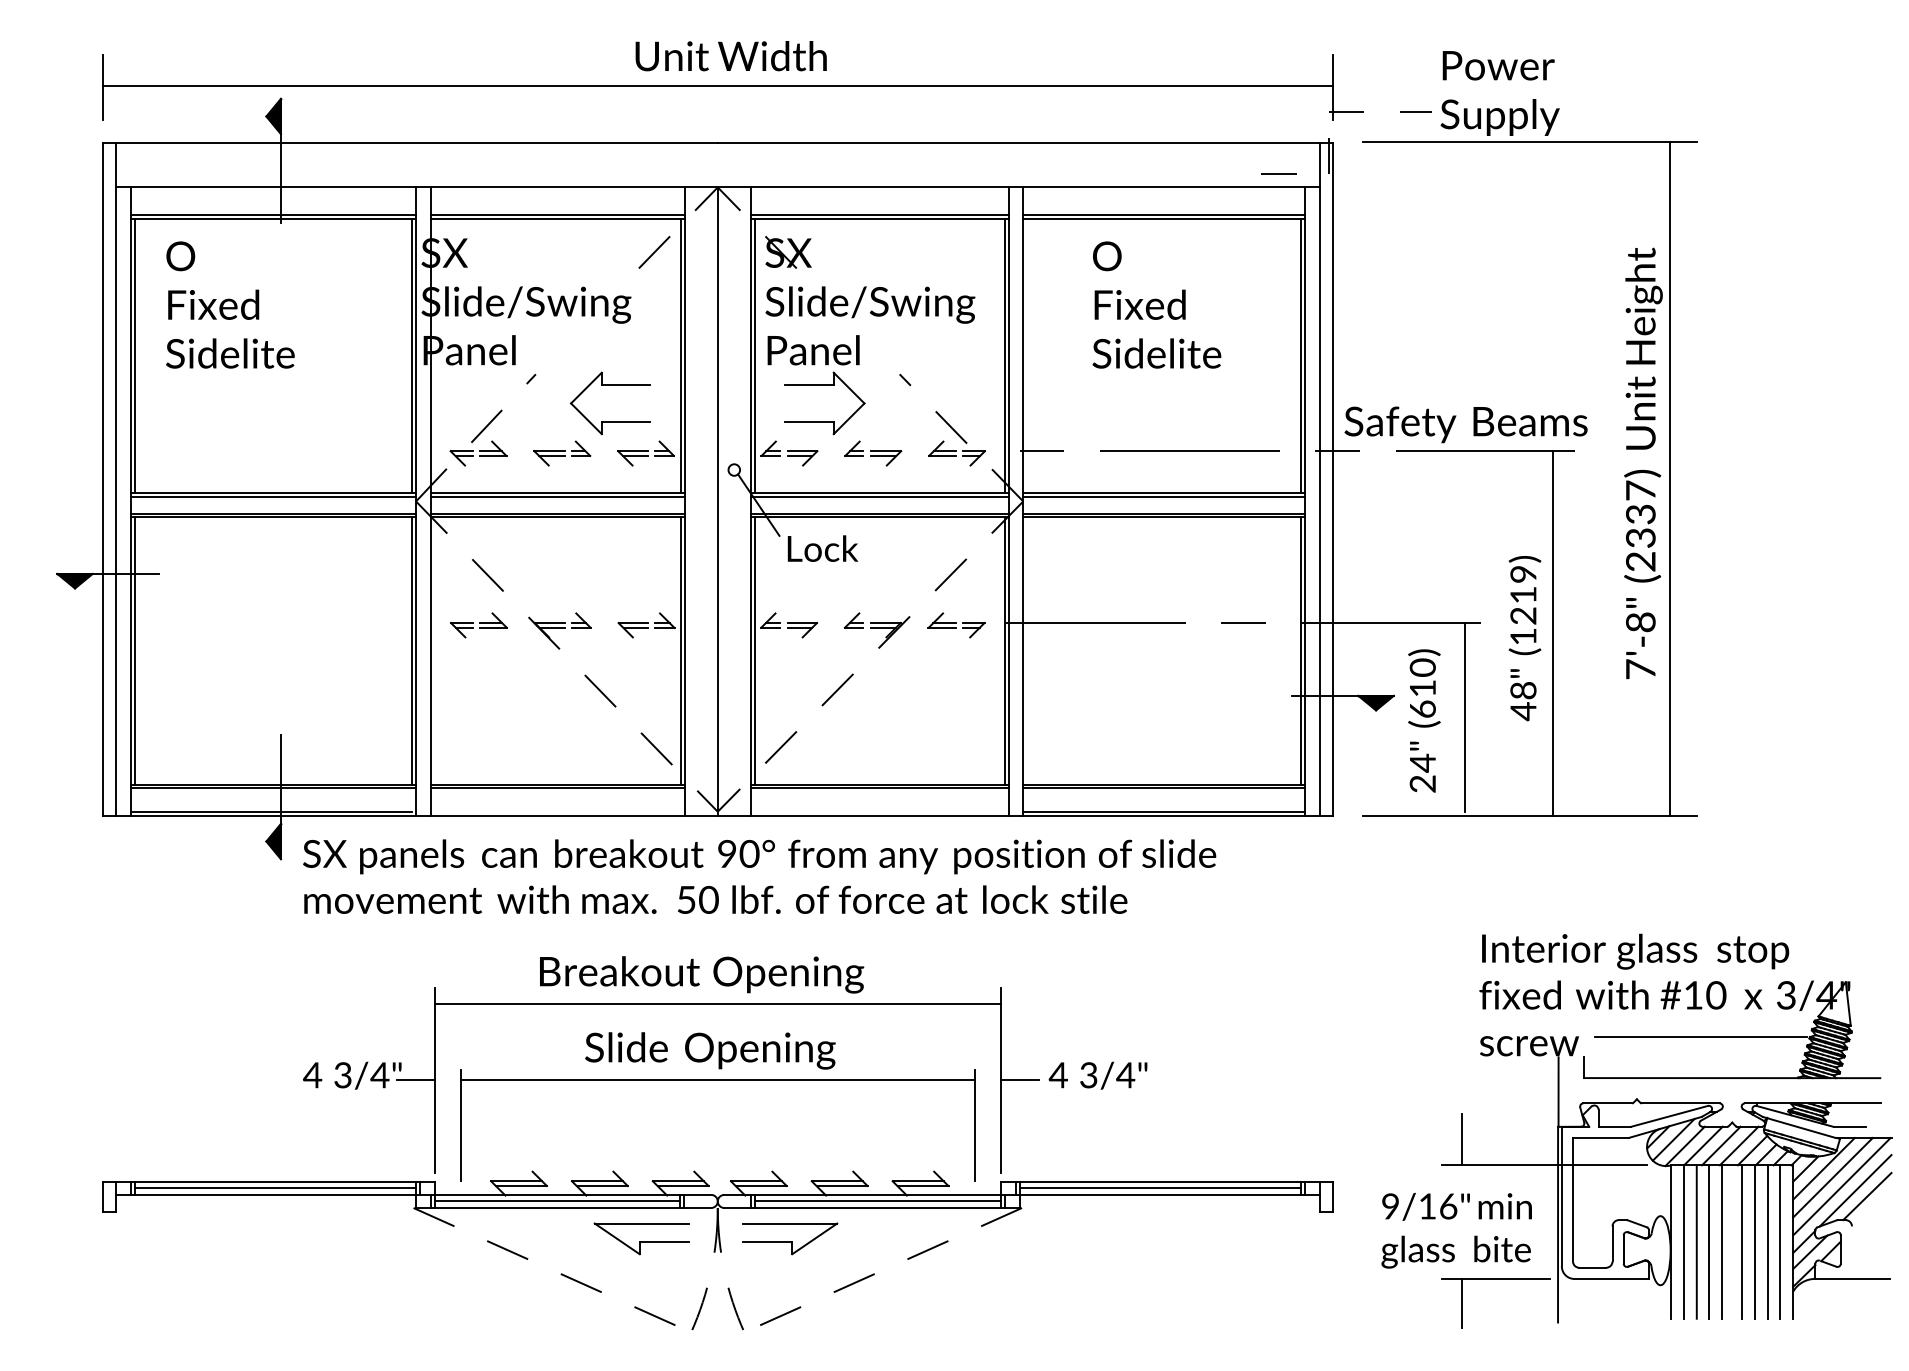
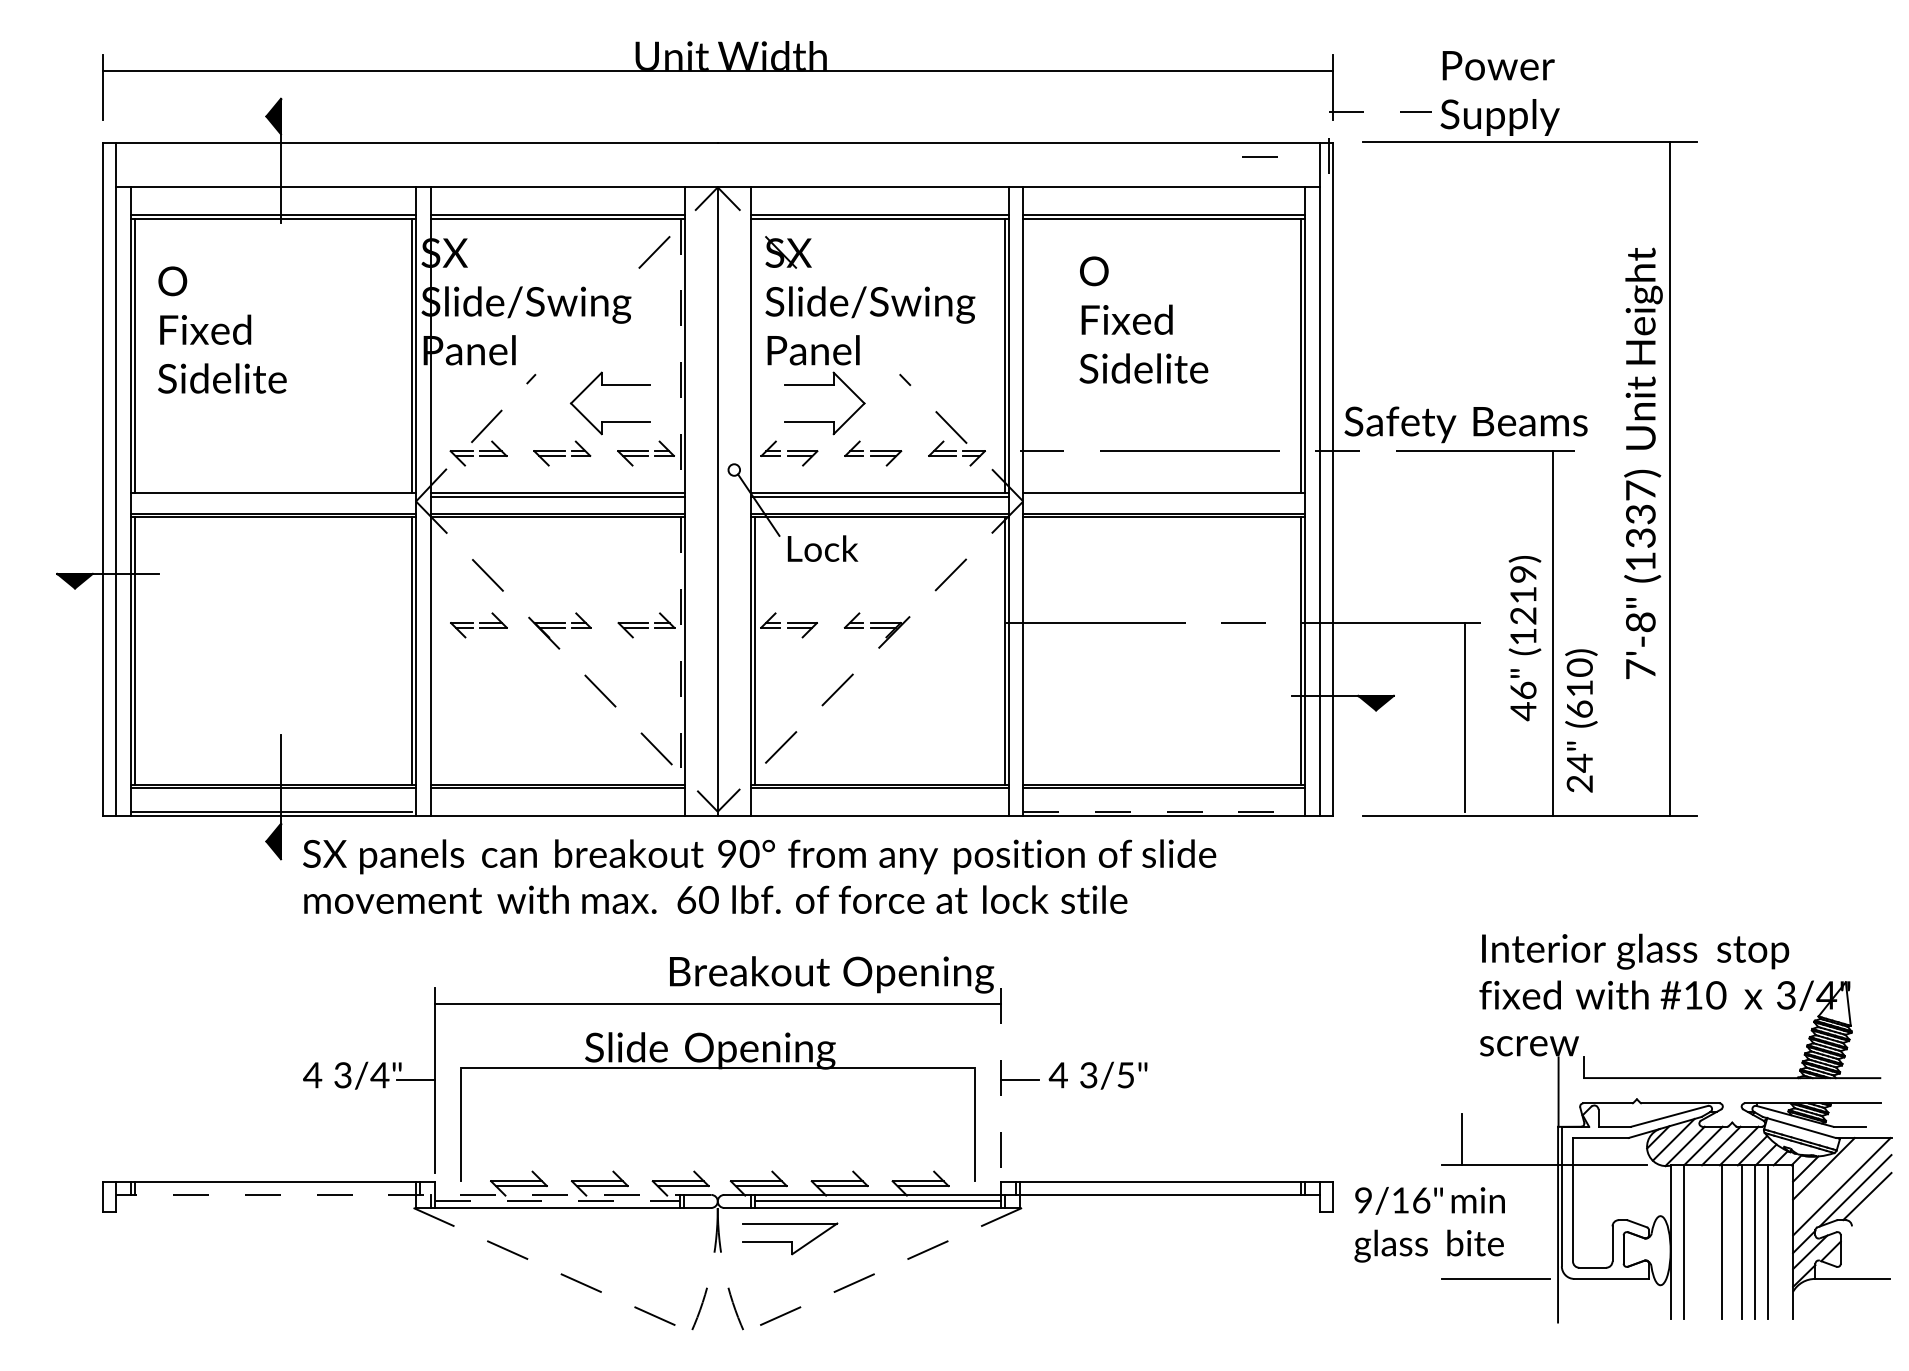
line at (717, 85) position: (717, 85) -> (717, 70)
line at (1278, 173) position: (1278, 173) -> (1259, 156)
text at (230, 304) position: (230, 304) -> (222, 329)
text at (1156, 304) position: (1156, 304) -> (1143, 319)
line at (755, 355): present -> none
line at (680, 356): solid -> dashed
line at (273, 496): present -> none
line at (1163, 496): present -> none
text at (1640, 561): (2337) -> (1337)
part at (956, 625): present -> none
line at (680, 650): solid -> dashed
text at (1522, 690): 48" -> 46"
text at (1424, 720) position: (1424, 720) -> (1581, 720)
line at (1163, 811): solid -> dashed
text at (686, 899): 50 -> 60
text at (702, 974) position: (702, 974) -> (832, 974)
line at (1700, 1037): present -> none
text at (1125, 1075): 3/4" -> 3/5"
line at (717, 1079) position: (717, 1079) -> (717, 1067)
line at (1000, 1081): solid -> dashed
line at (1832, 1177): present -> none
line at (275, 1188): present -> none
line at (1159, 1188): present -> none
line at (413, 1194): solid -> dashed
line at (557, 1201): solid -> dashed
text at (1456, 1230) position: (1456, 1230) -> (1429, 1224)
part at (641, 1238): present -> none
line at (1696, 1241): present -> none
line at (1709, 1241): present -> none
line at (1780, 1241): present -> none
line at (1461, 1303): present -> none
